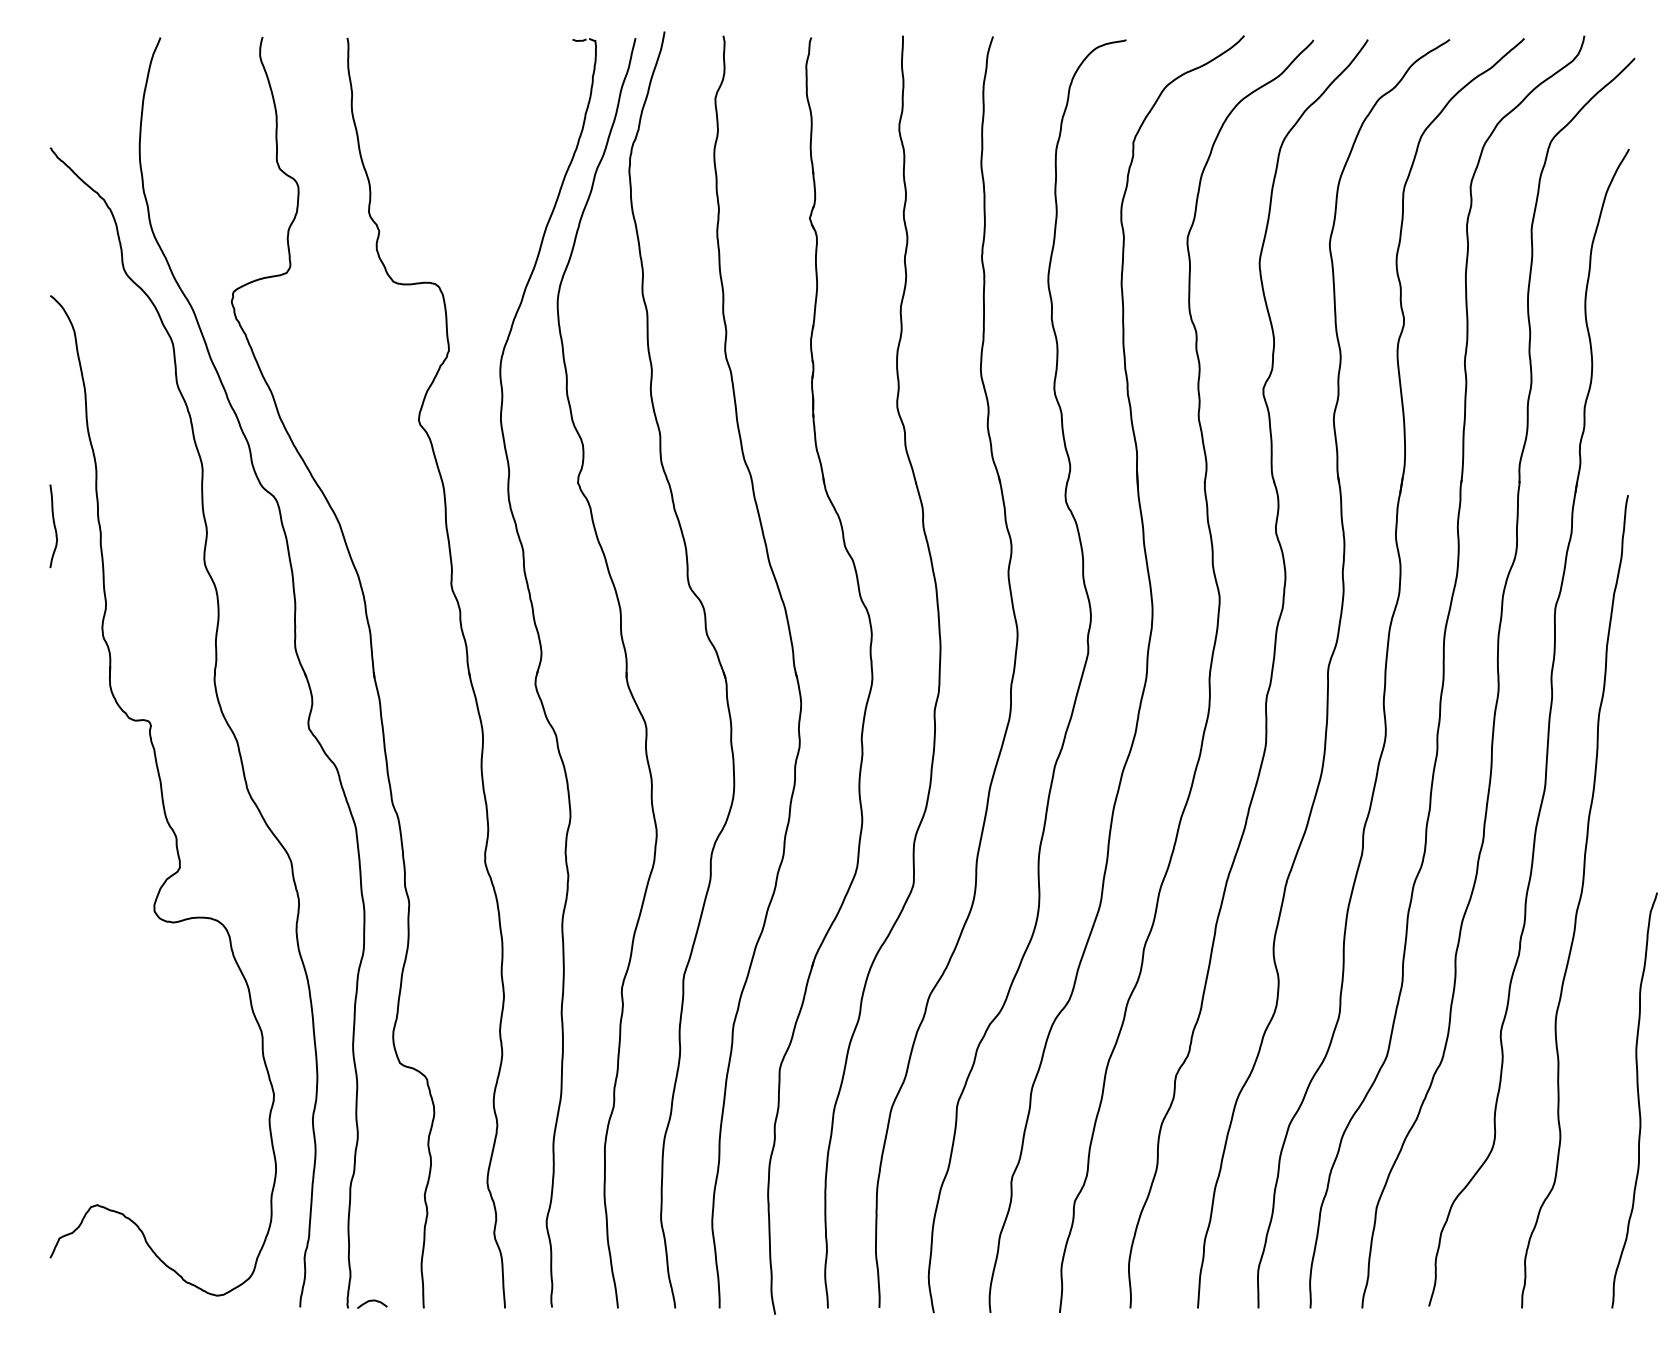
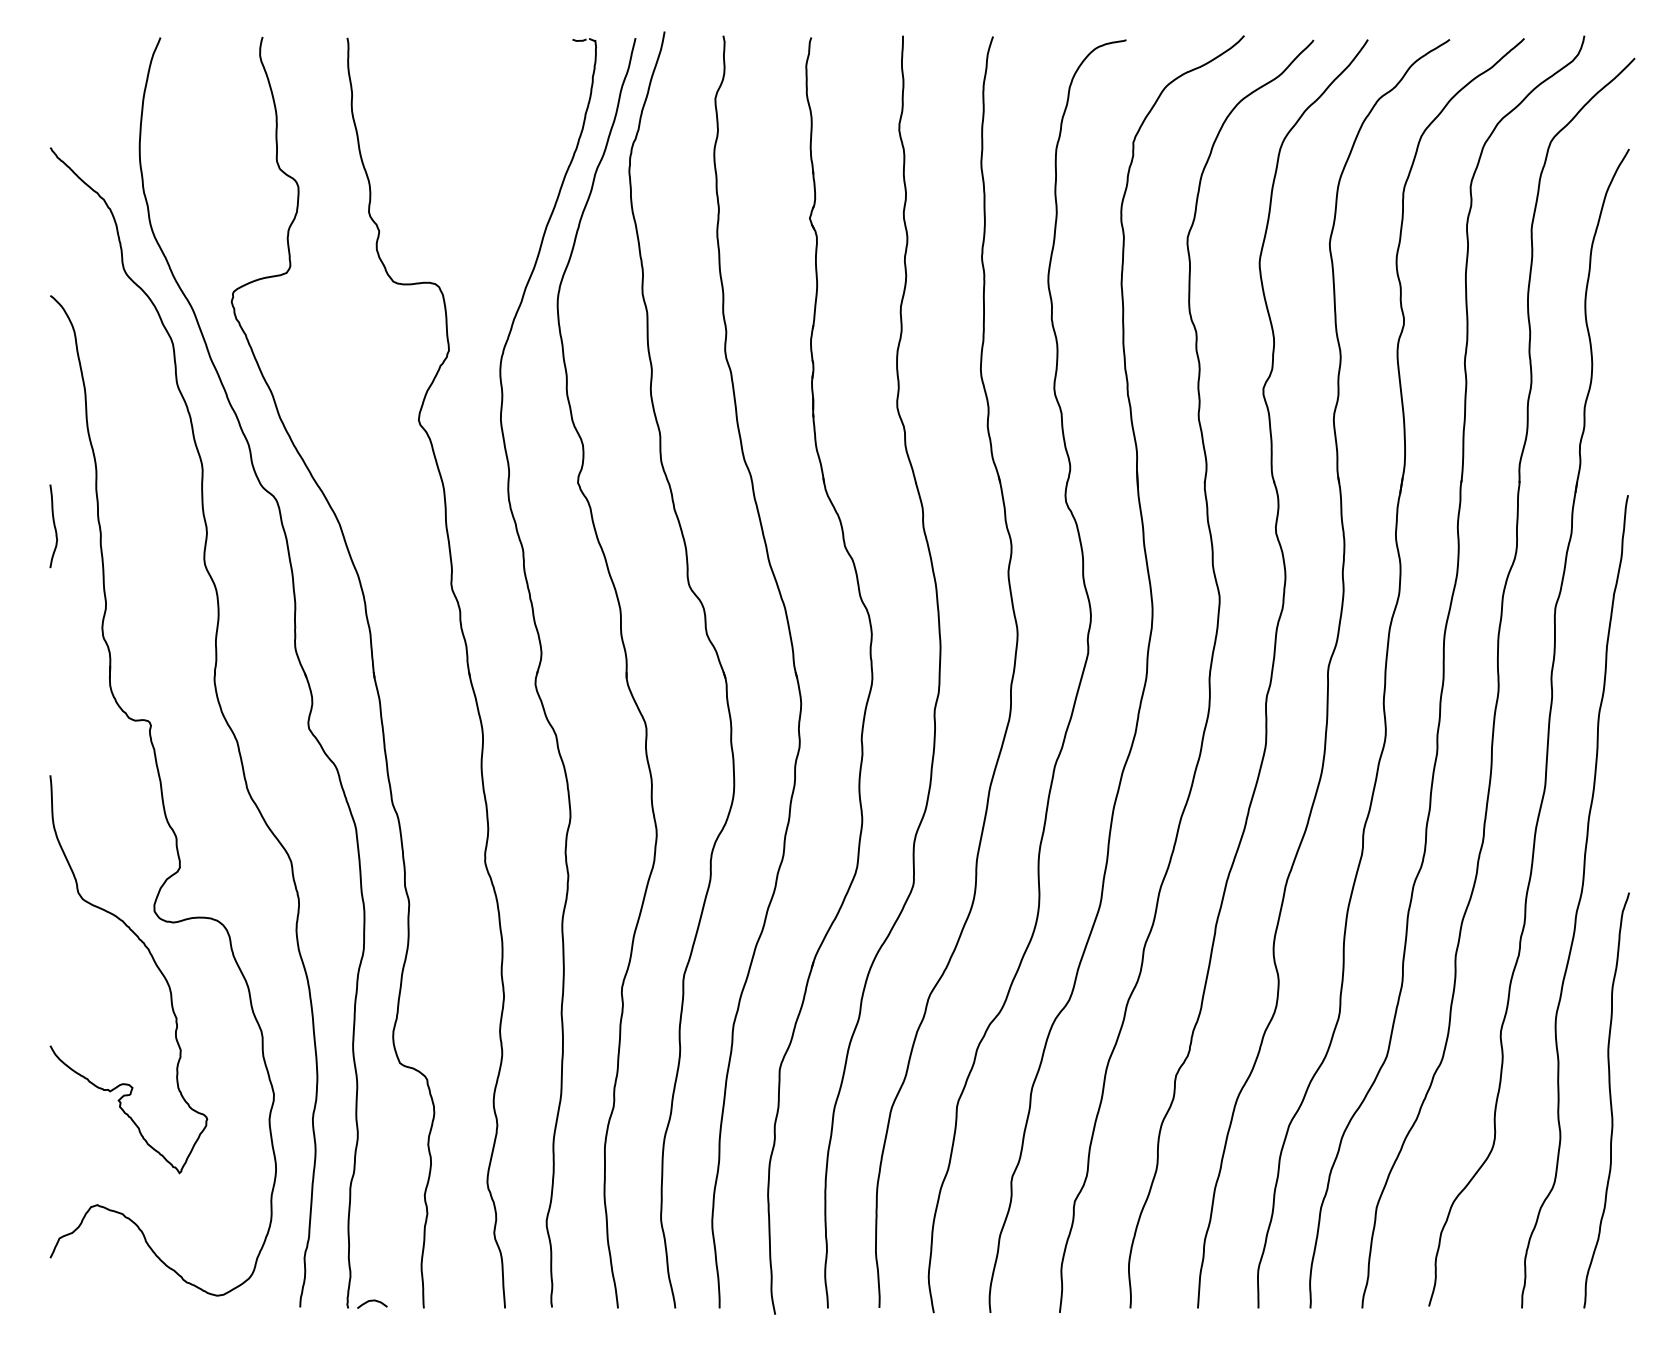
curve at (153, 961): none -> present
curve at (1637, 1100) position: (1637, 1100) -> (1609, 1100)
